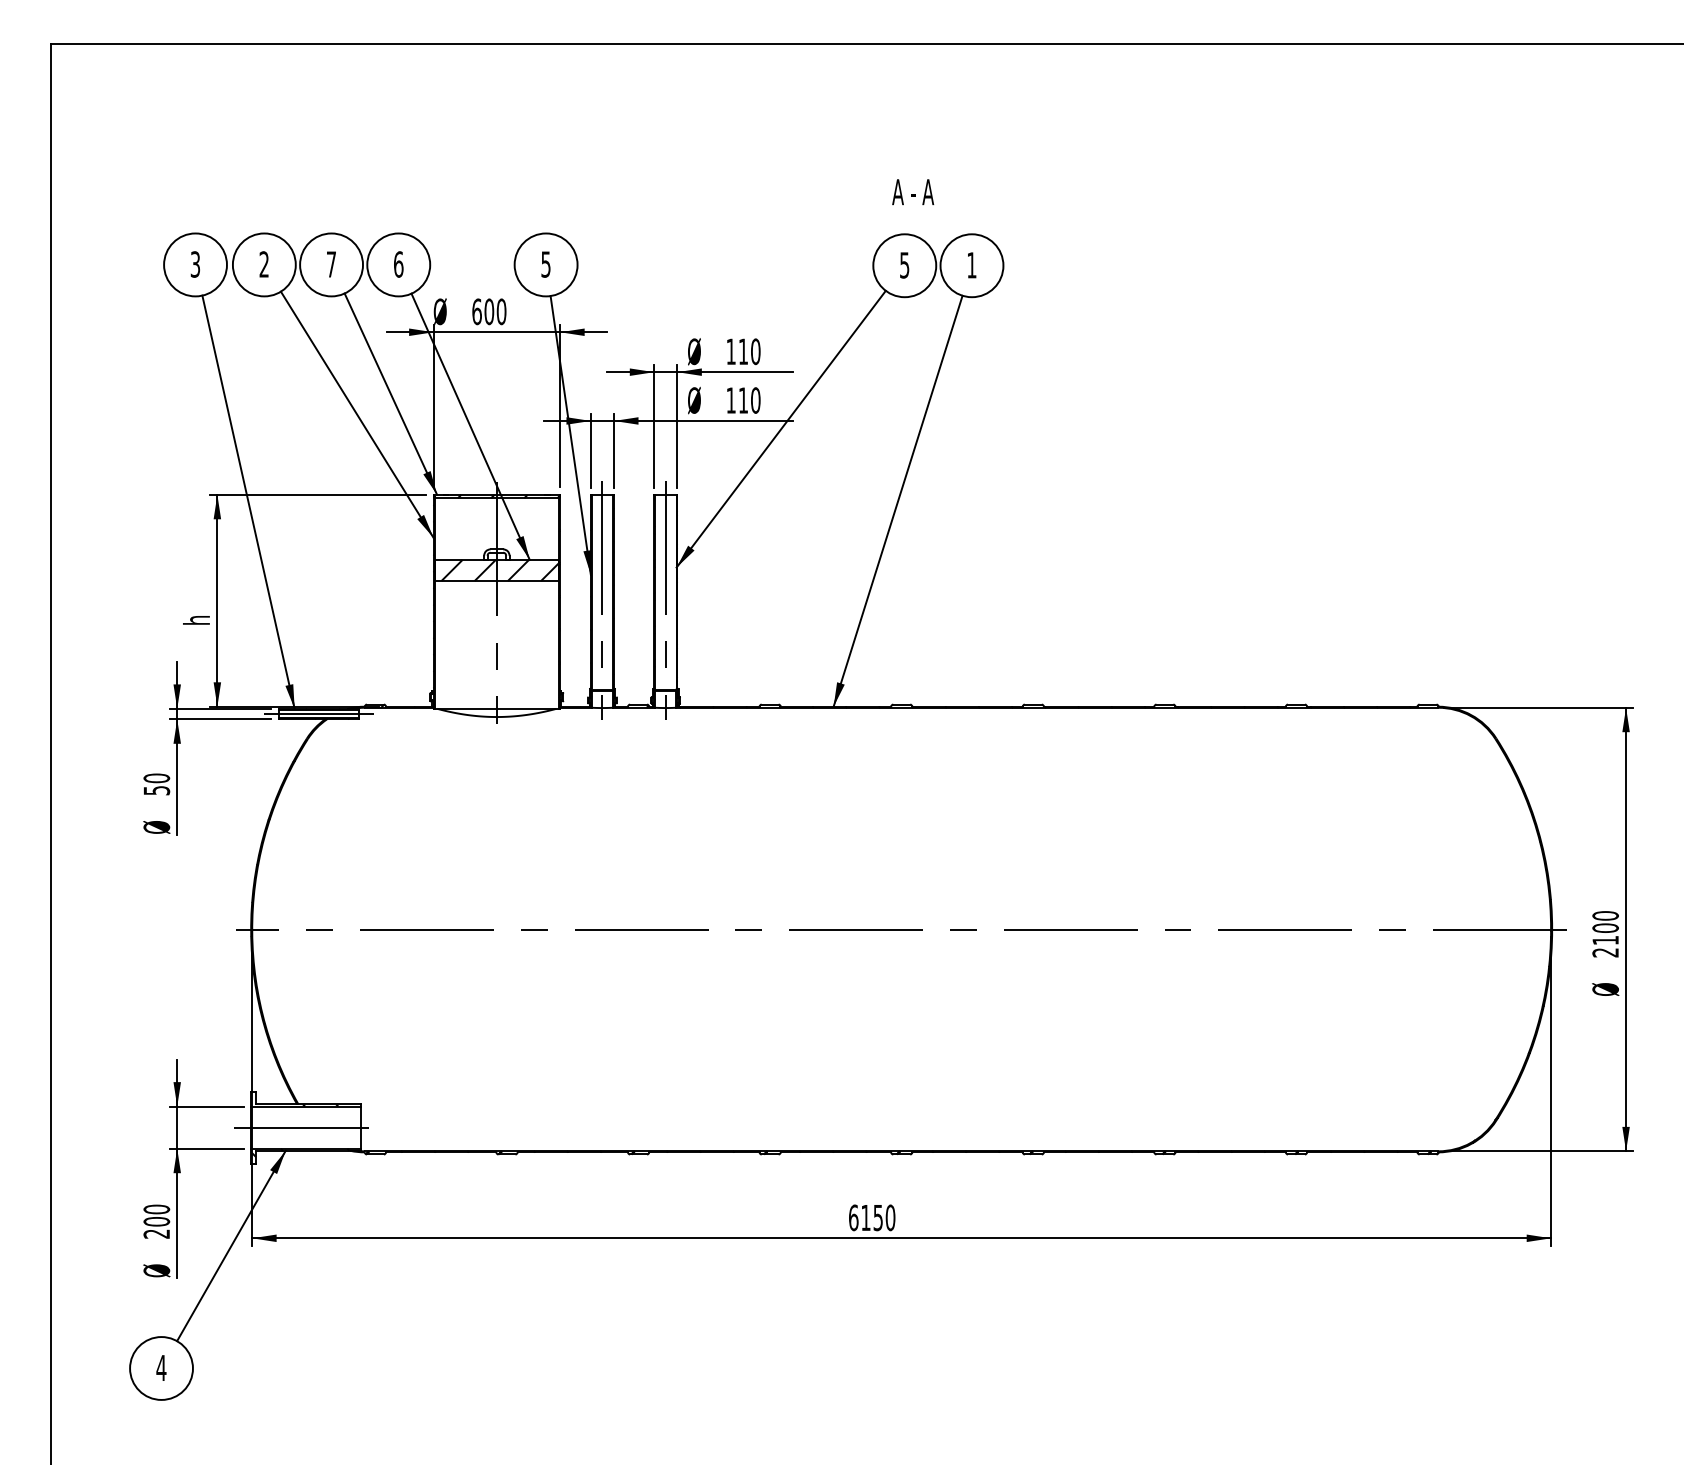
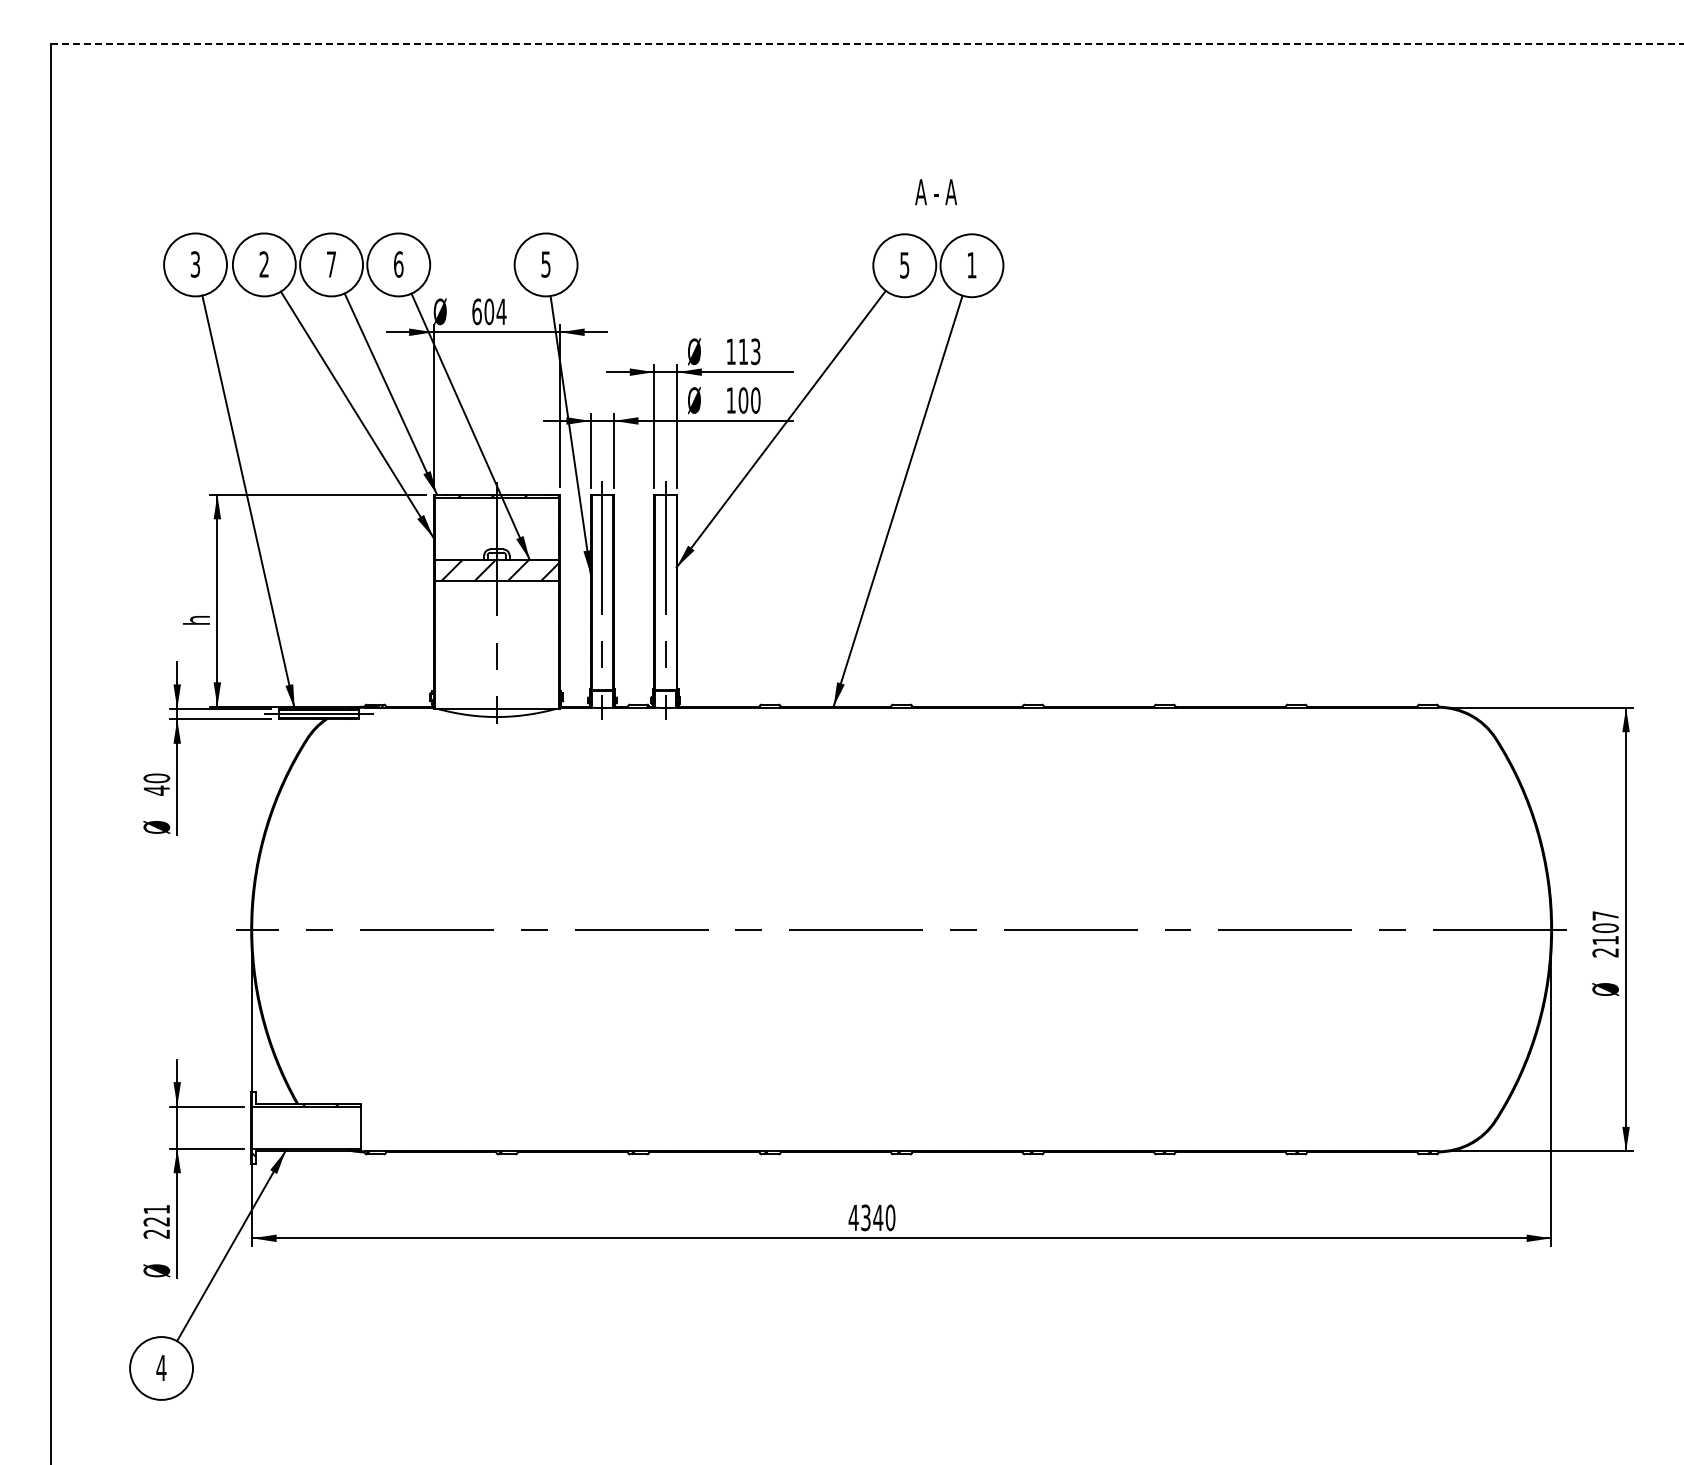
line at (867, 43): solid -> dashed
text at (913, 192) position: (913, 192) -> (936, 192)
text at (501, 311): 600 -> 604
text at (755, 351): 110 -> 113
text at (743, 400): 110 -> 100
text at (156, 790): 50 -> 40
text at (1605, 915): 2100 -> 2107
line at (301, 1127): present -> none
text at (156, 1215): 200 -> 221
text at (865, 1217): 6150 -> 4340
